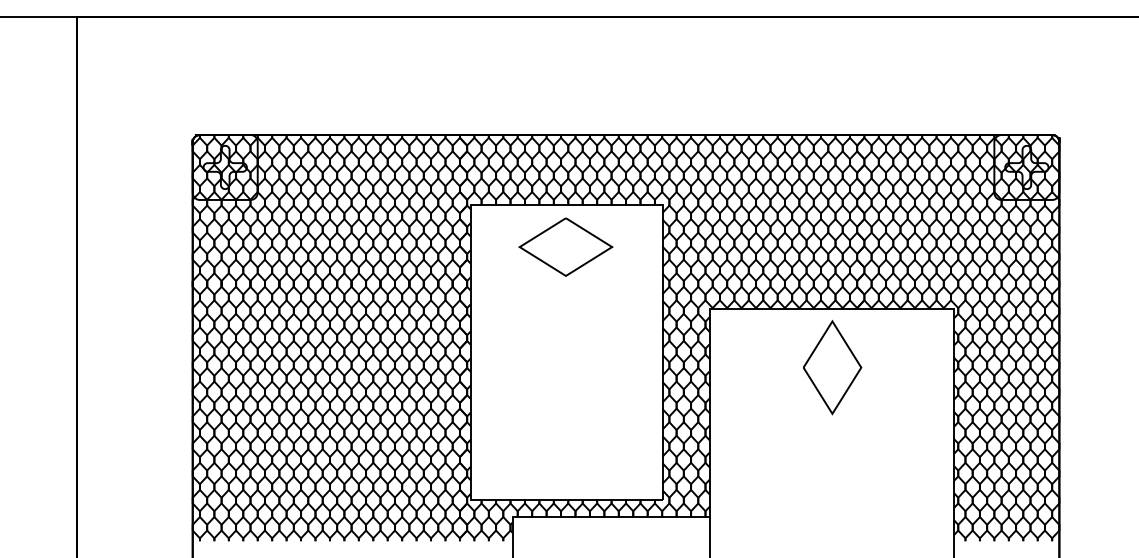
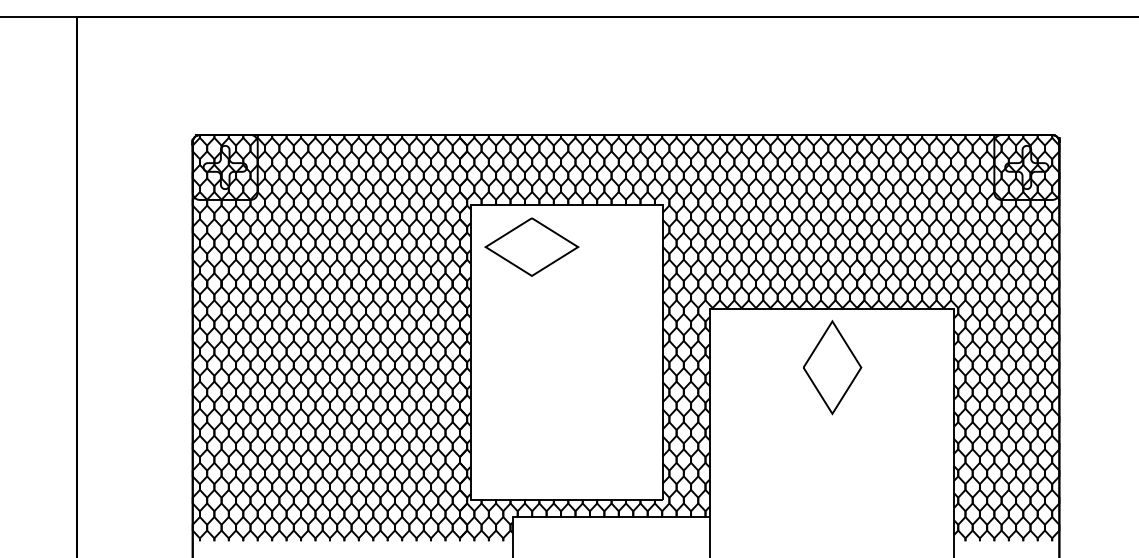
part at (565, 246) position: (565, 246) -> (531, 246)
